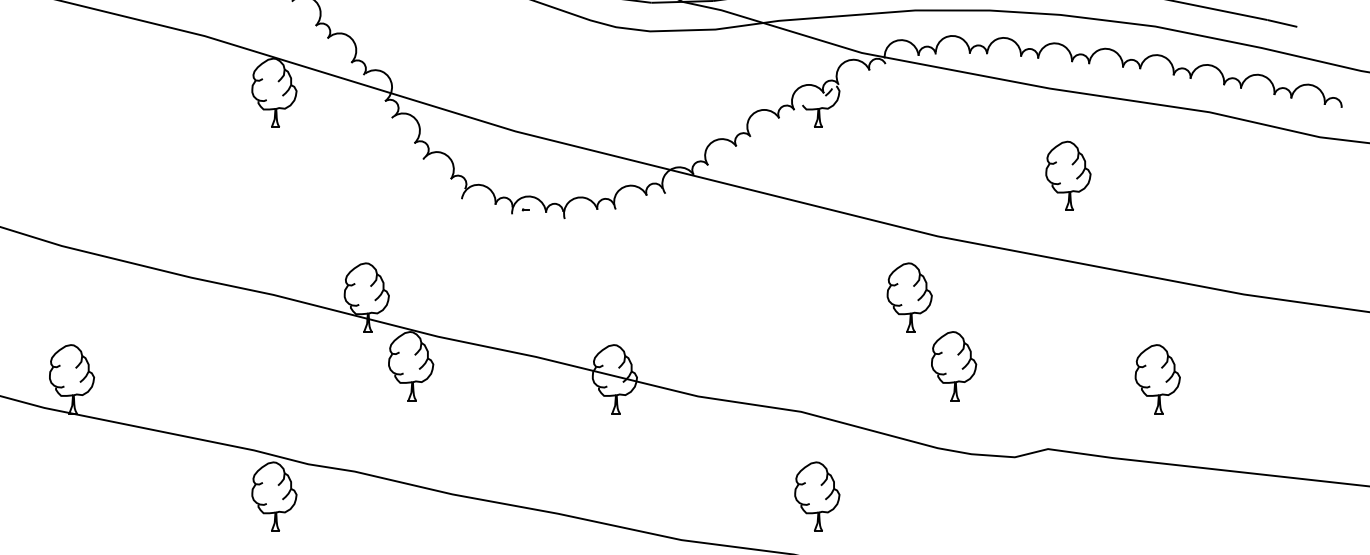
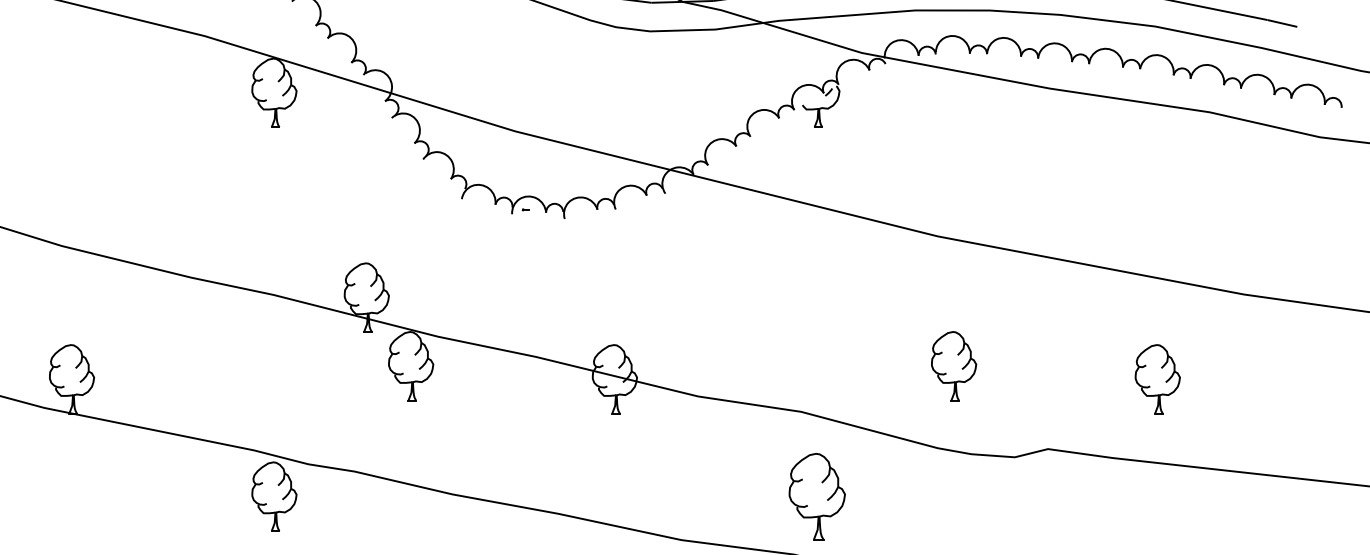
part at (1068, 175): present -> none
part at (909, 297): present -> none
part at (817, 496) size: 47x71 px -> 58x88 px
